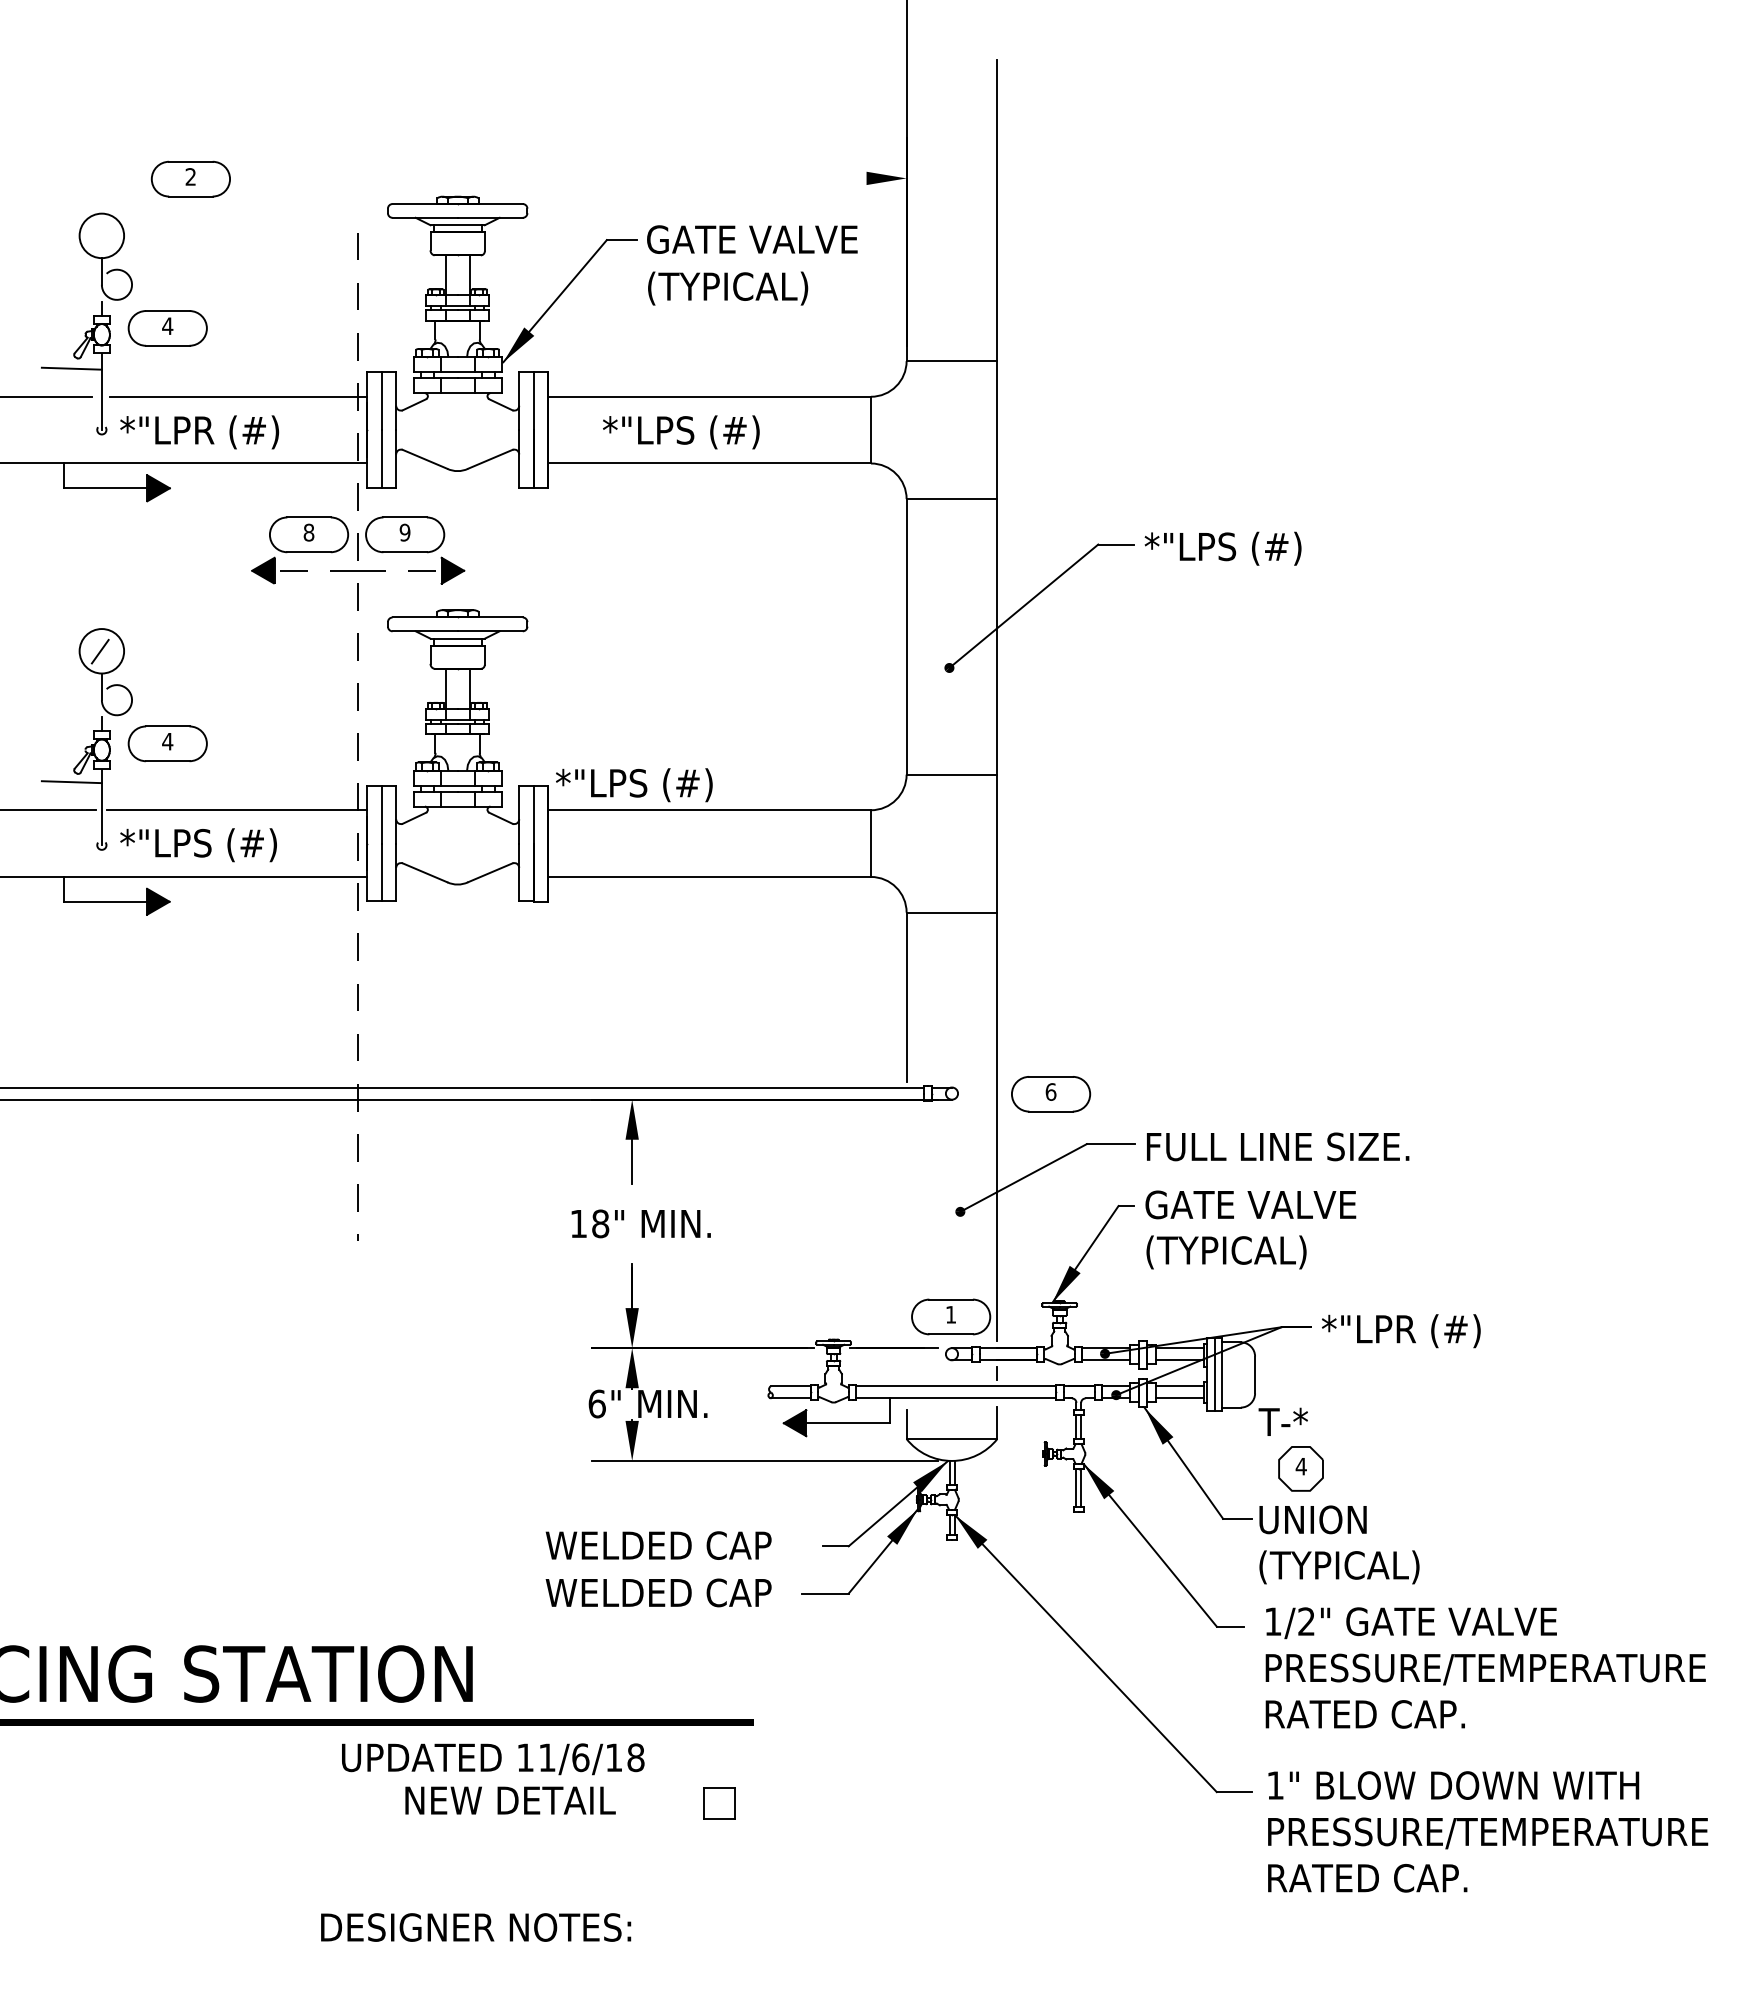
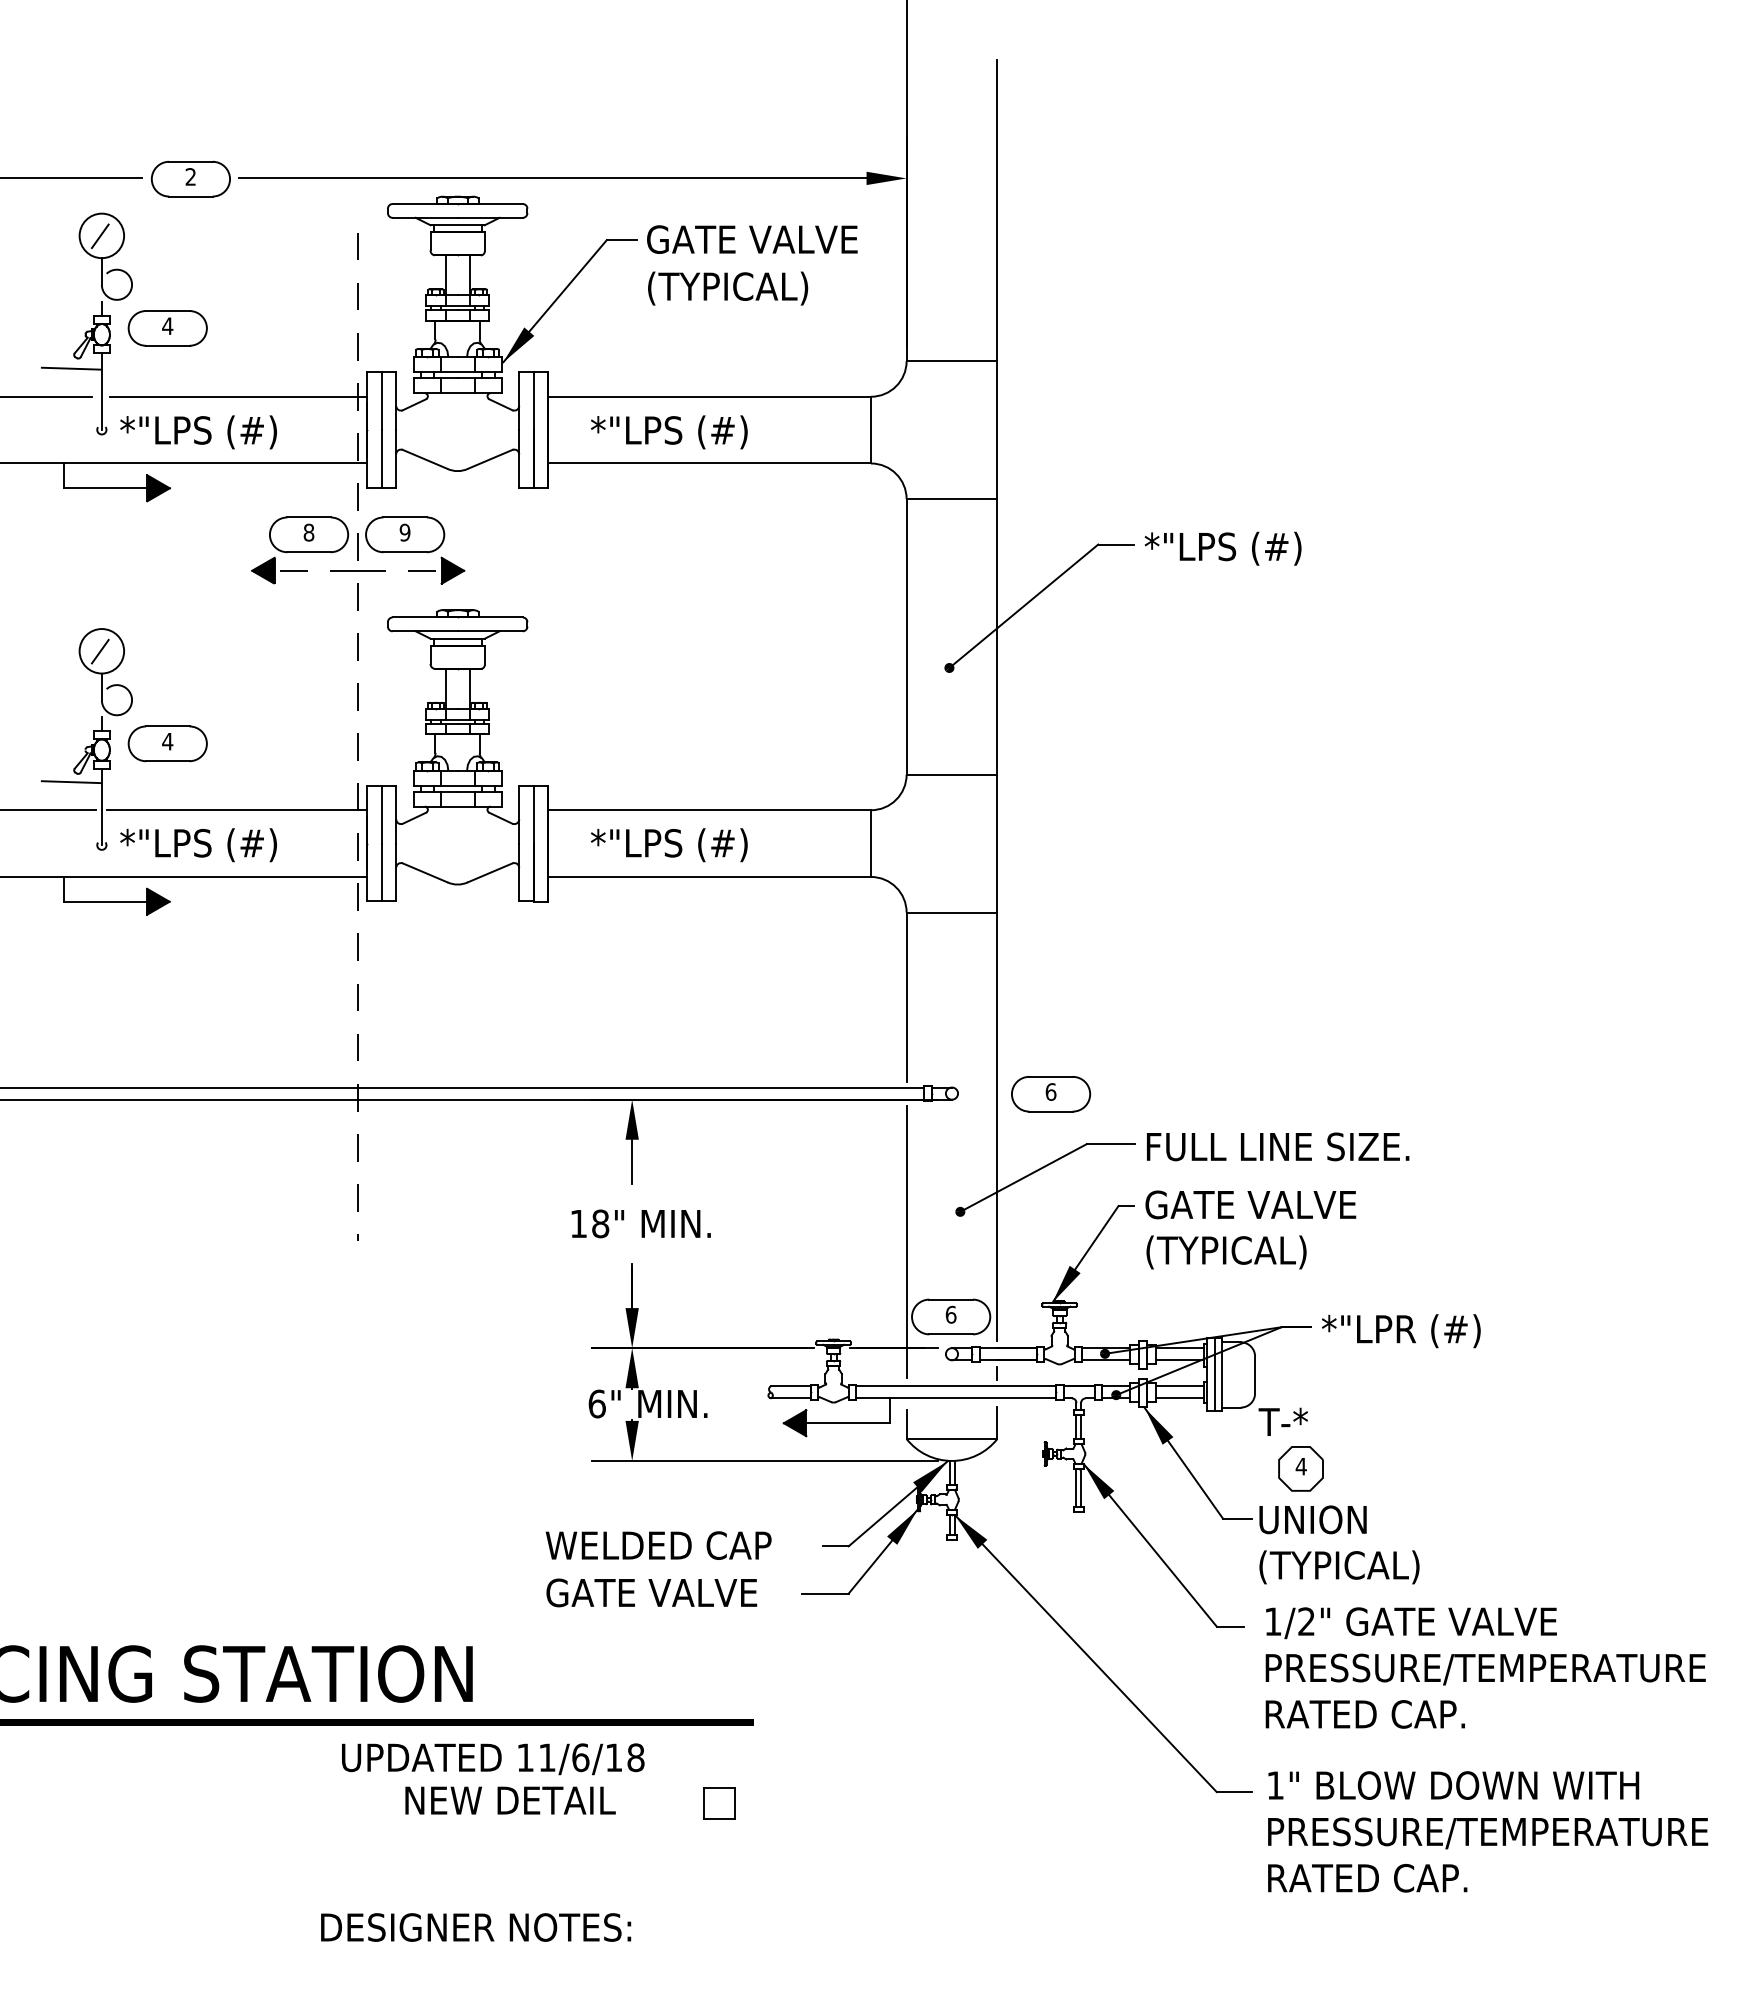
line at (72, 178): none -> present
line at (552, 178): none -> present
line at (99, 236): none -> present
text at (236, 432): *"LPR (#) -> *"LPS (#)
text at (681, 432) position: (681, 432) -> (669, 432)
text at (634, 785) position: (634, 785) -> (669, 845)
line at (906, 1242): none -> present
text at (950, 1314): 1 -> 6
text at (658, 1592): WELDED CAP -> GATE VALVE
